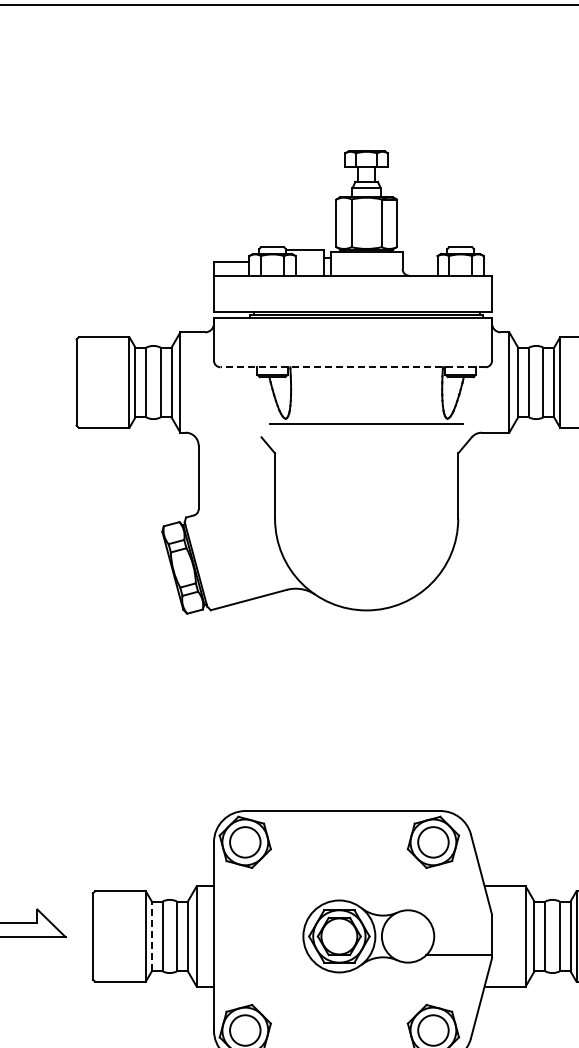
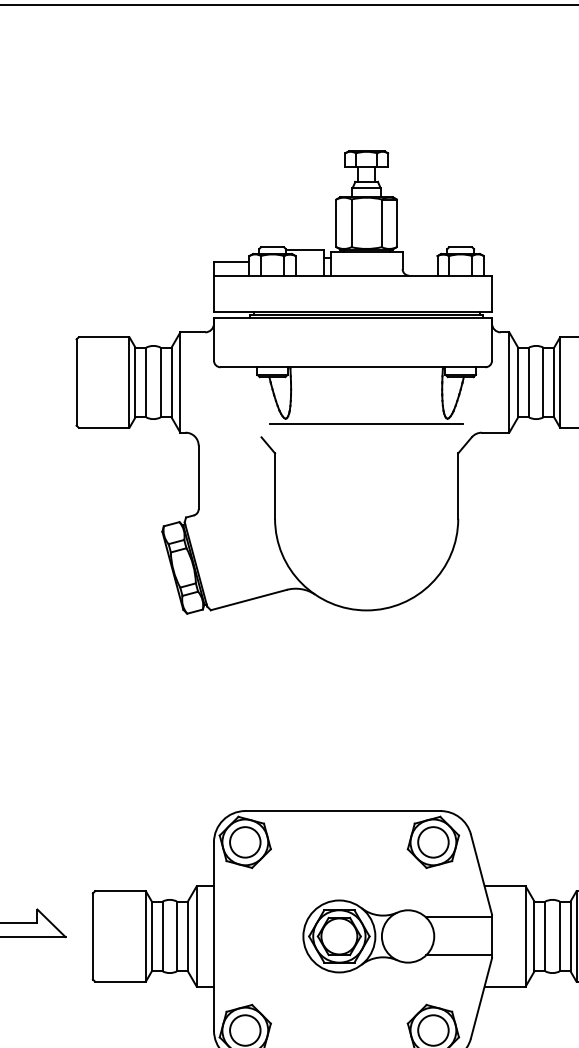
line at (352, 367): dashed -> solid
line at (459, 917): none -> present
line at (151, 936): dashed -> solid
